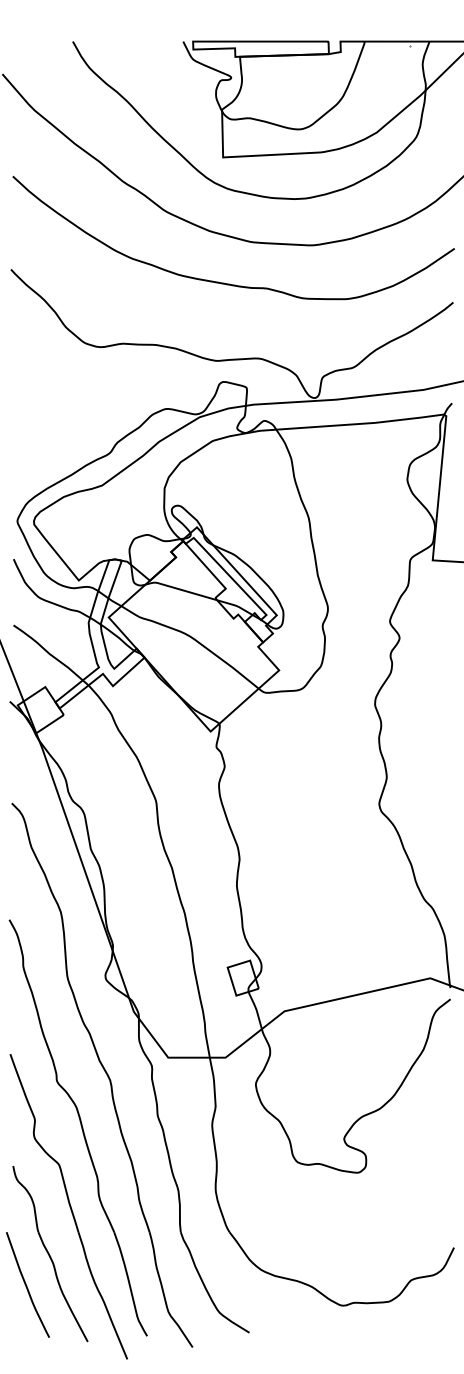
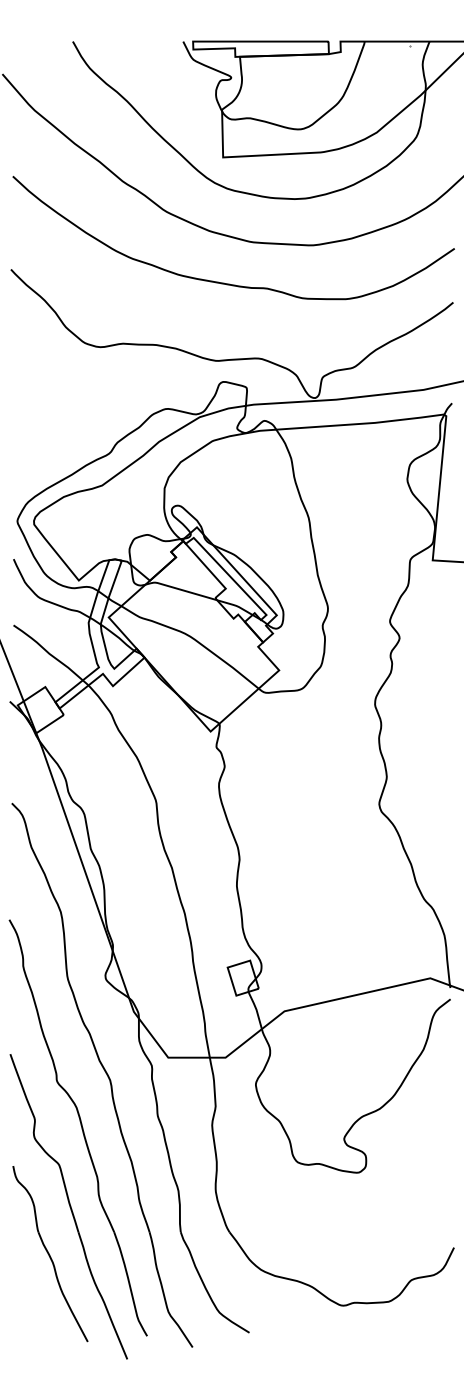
curve at (26, 1284): present -> none
